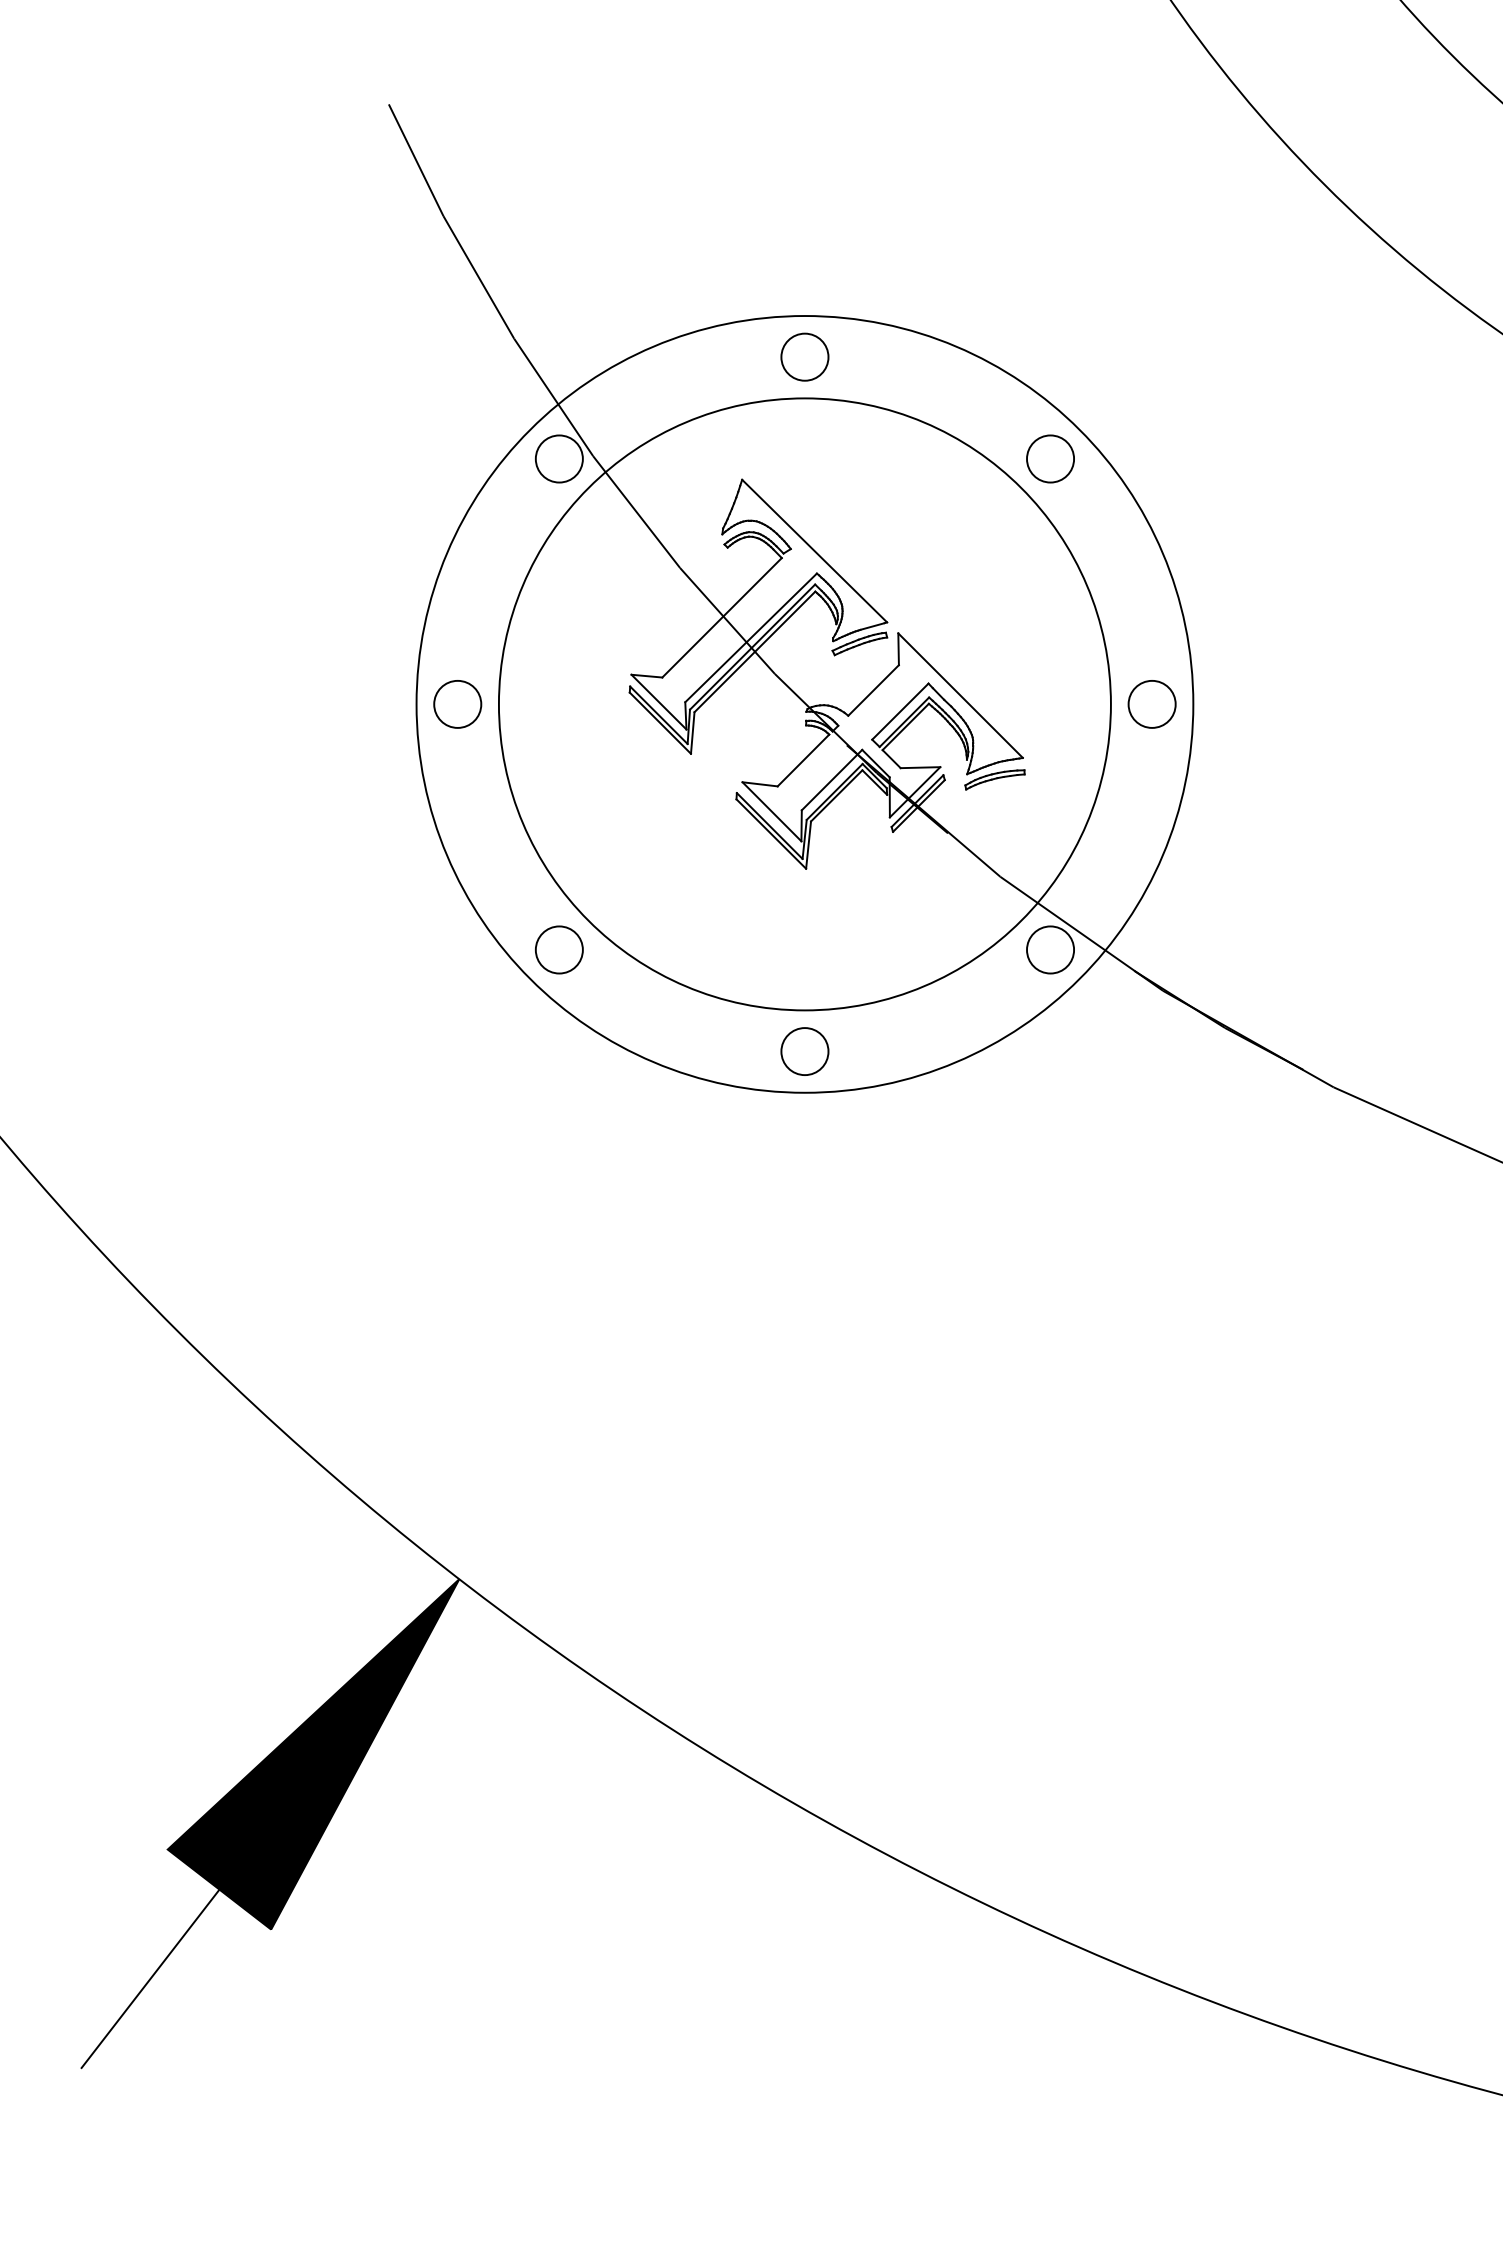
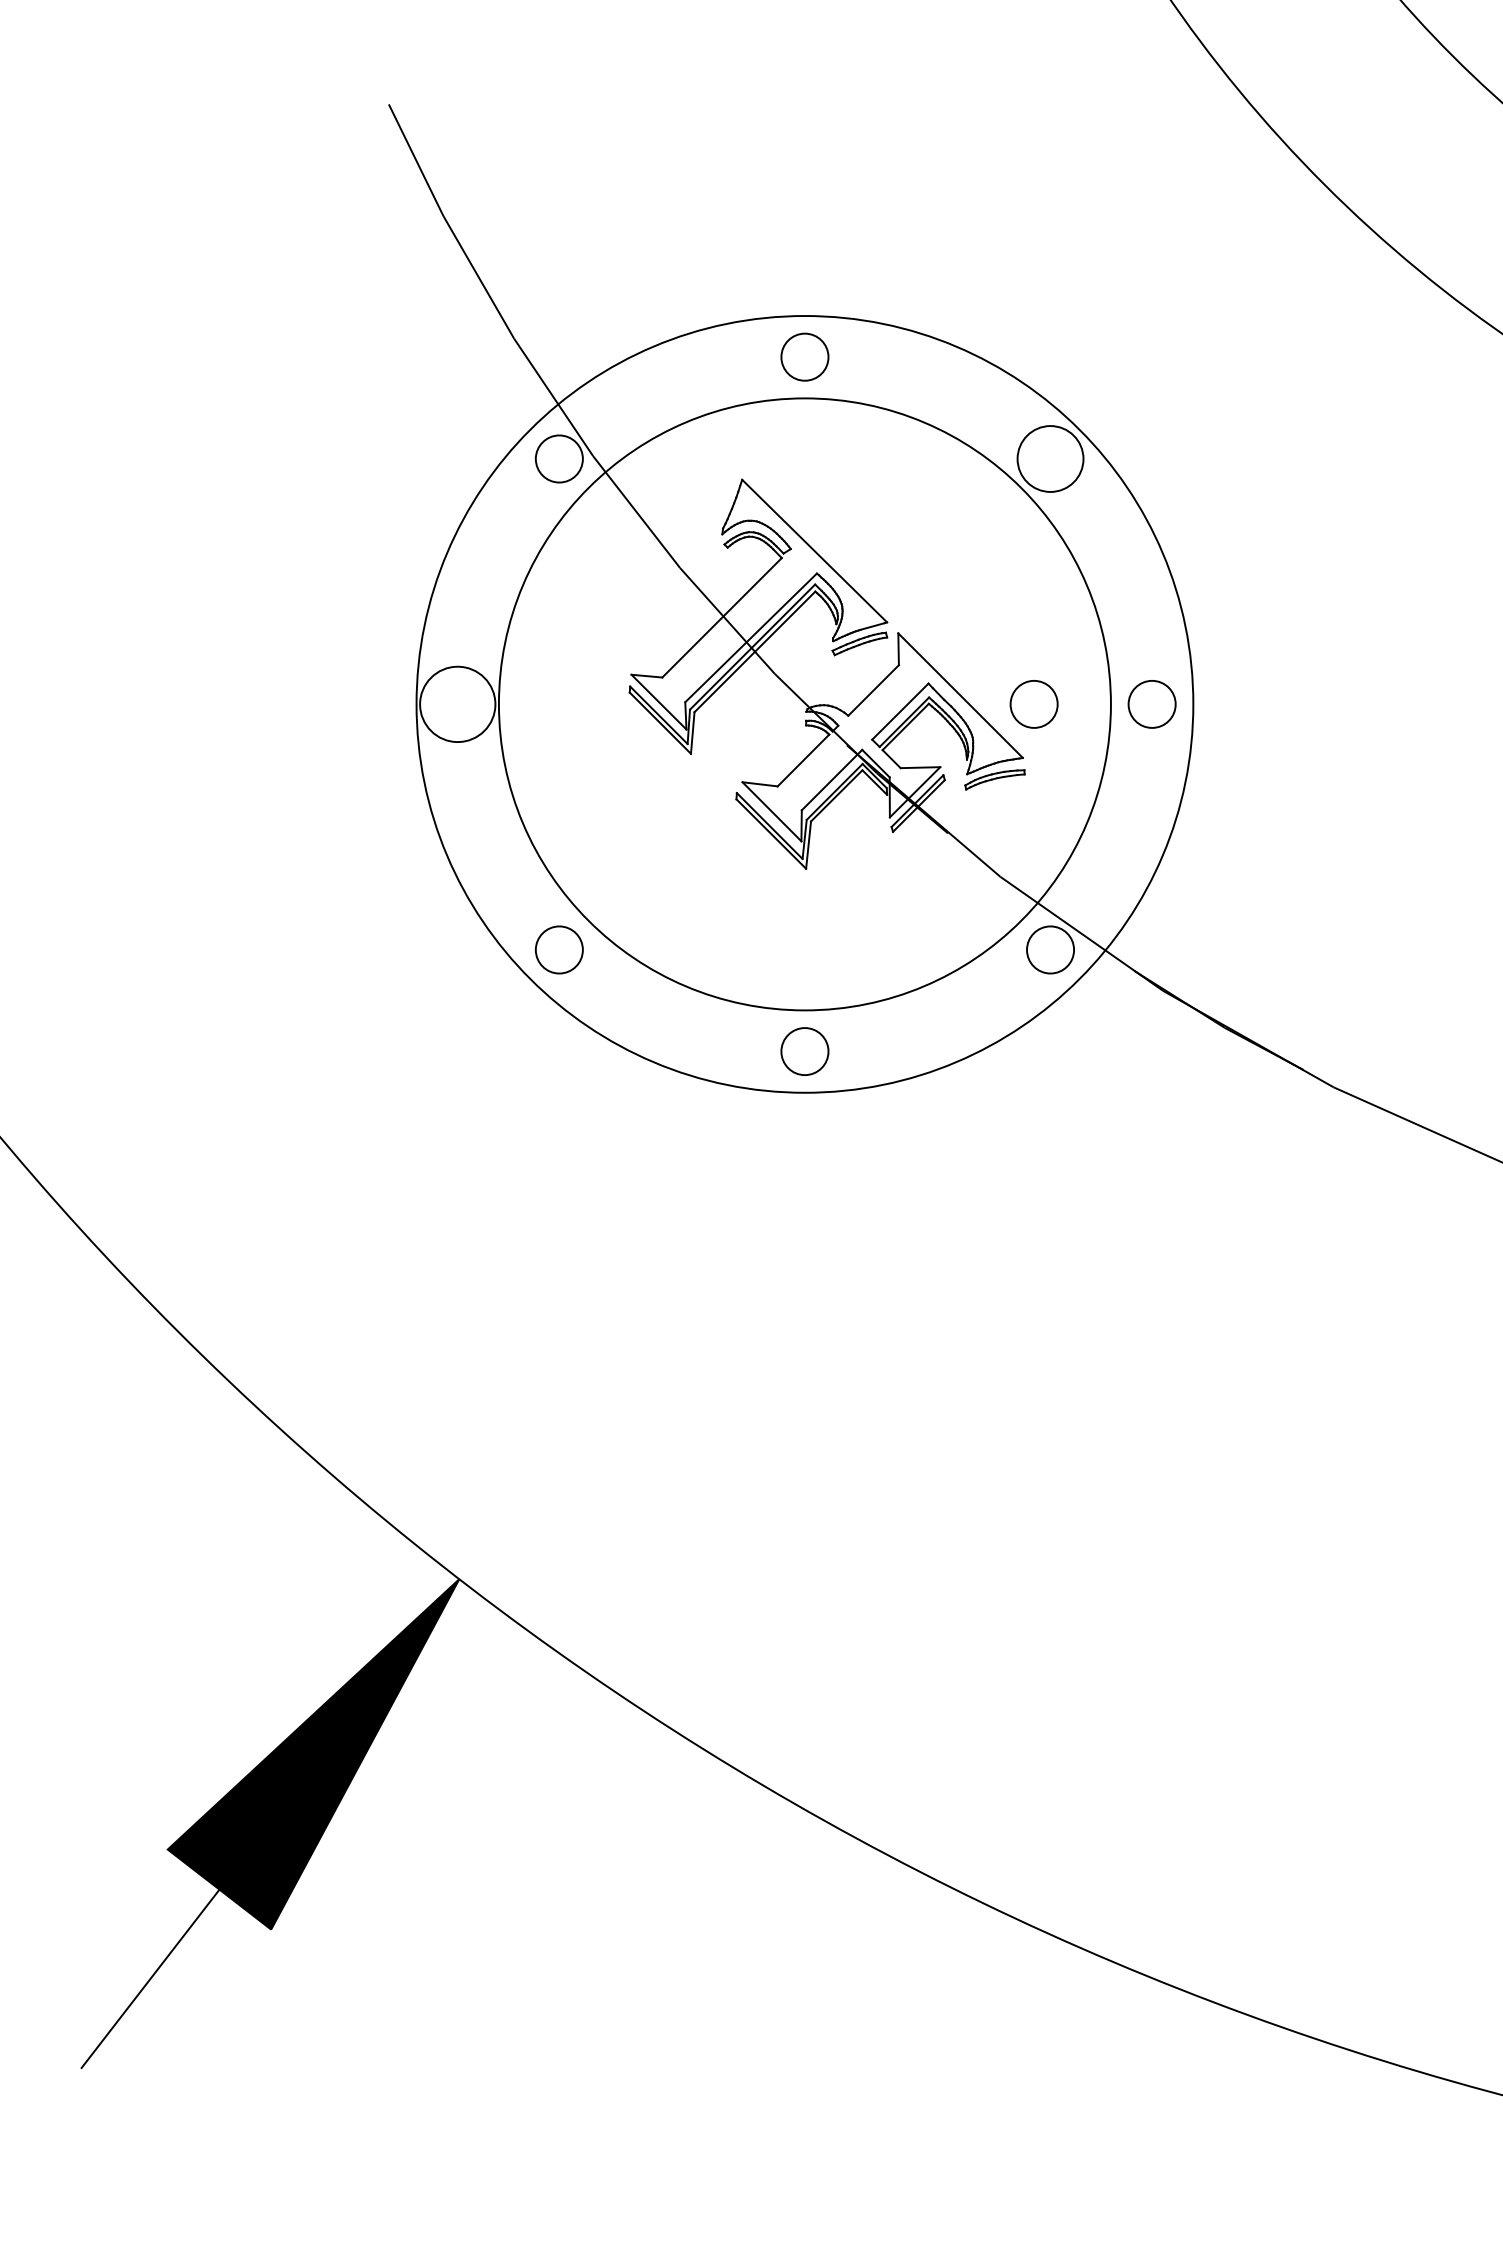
circle at (1050, 458) diameter: 47 px -> 66 px
circle at (457, 703) diameter: 47 px -> 75 px
circle at (1033, 704): none -> present
